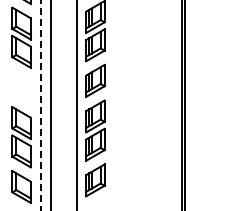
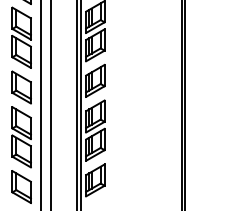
part at (21, 87): none -> present
line at (80, 104): none -> present
line at (40, 105): dashed -> solid
